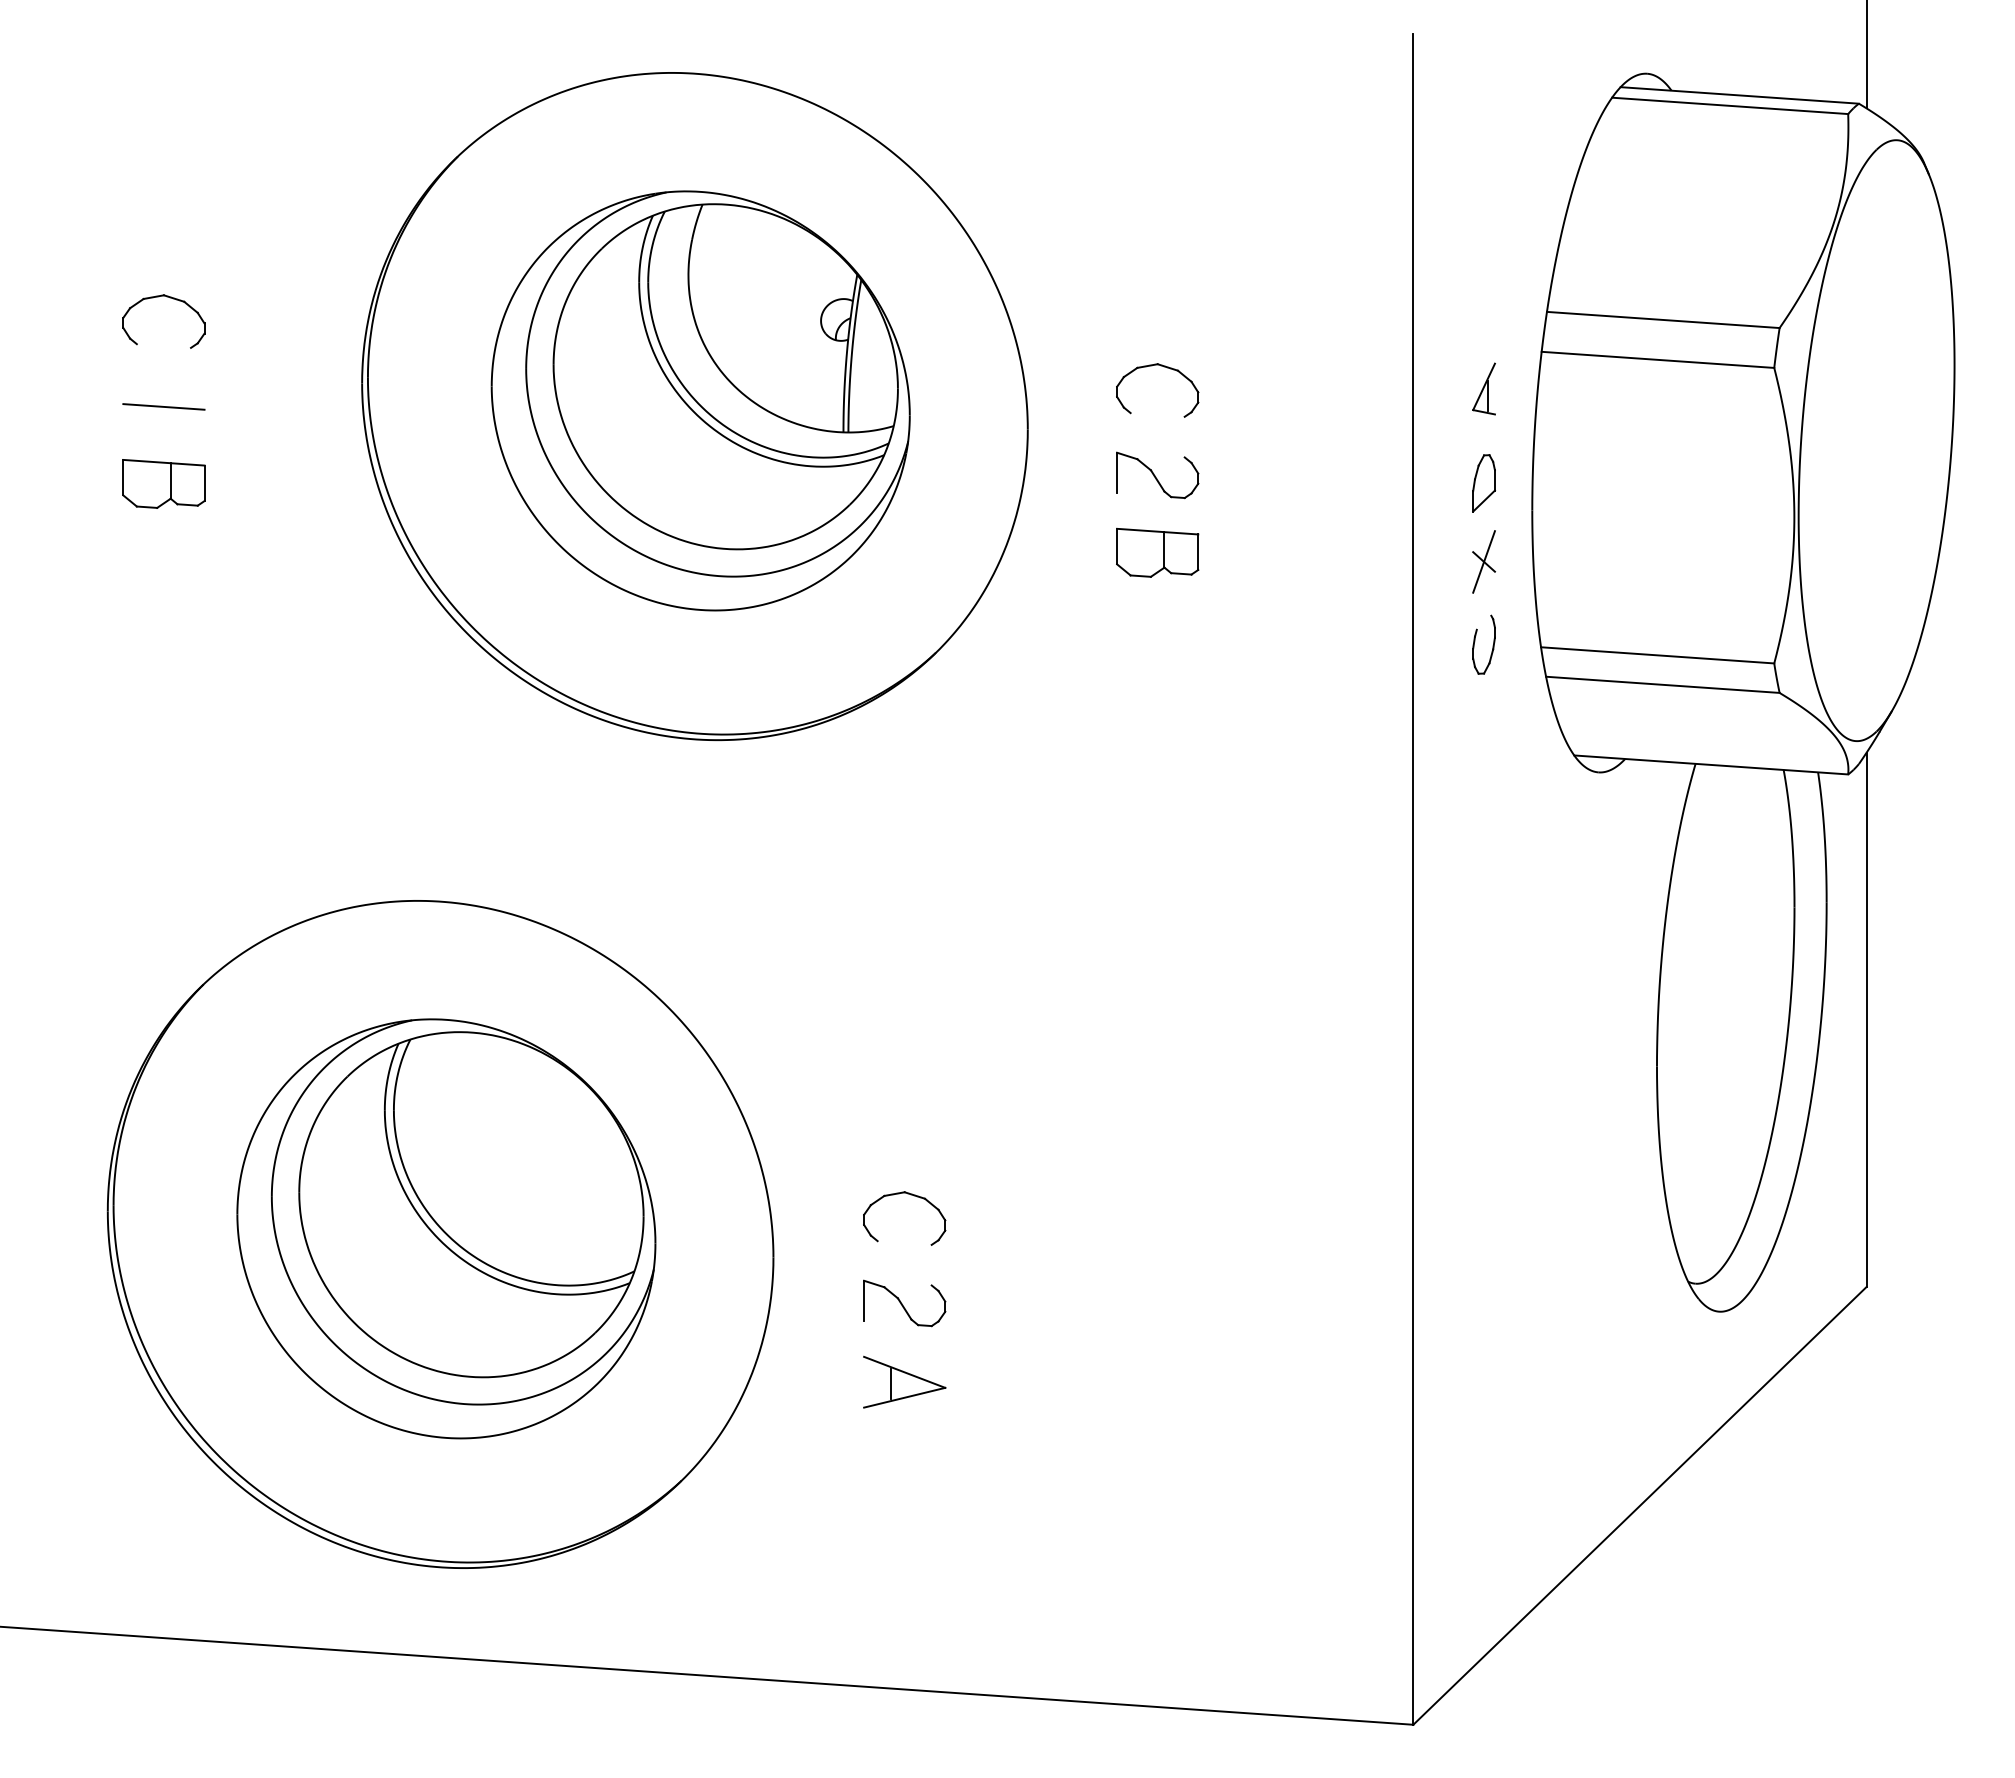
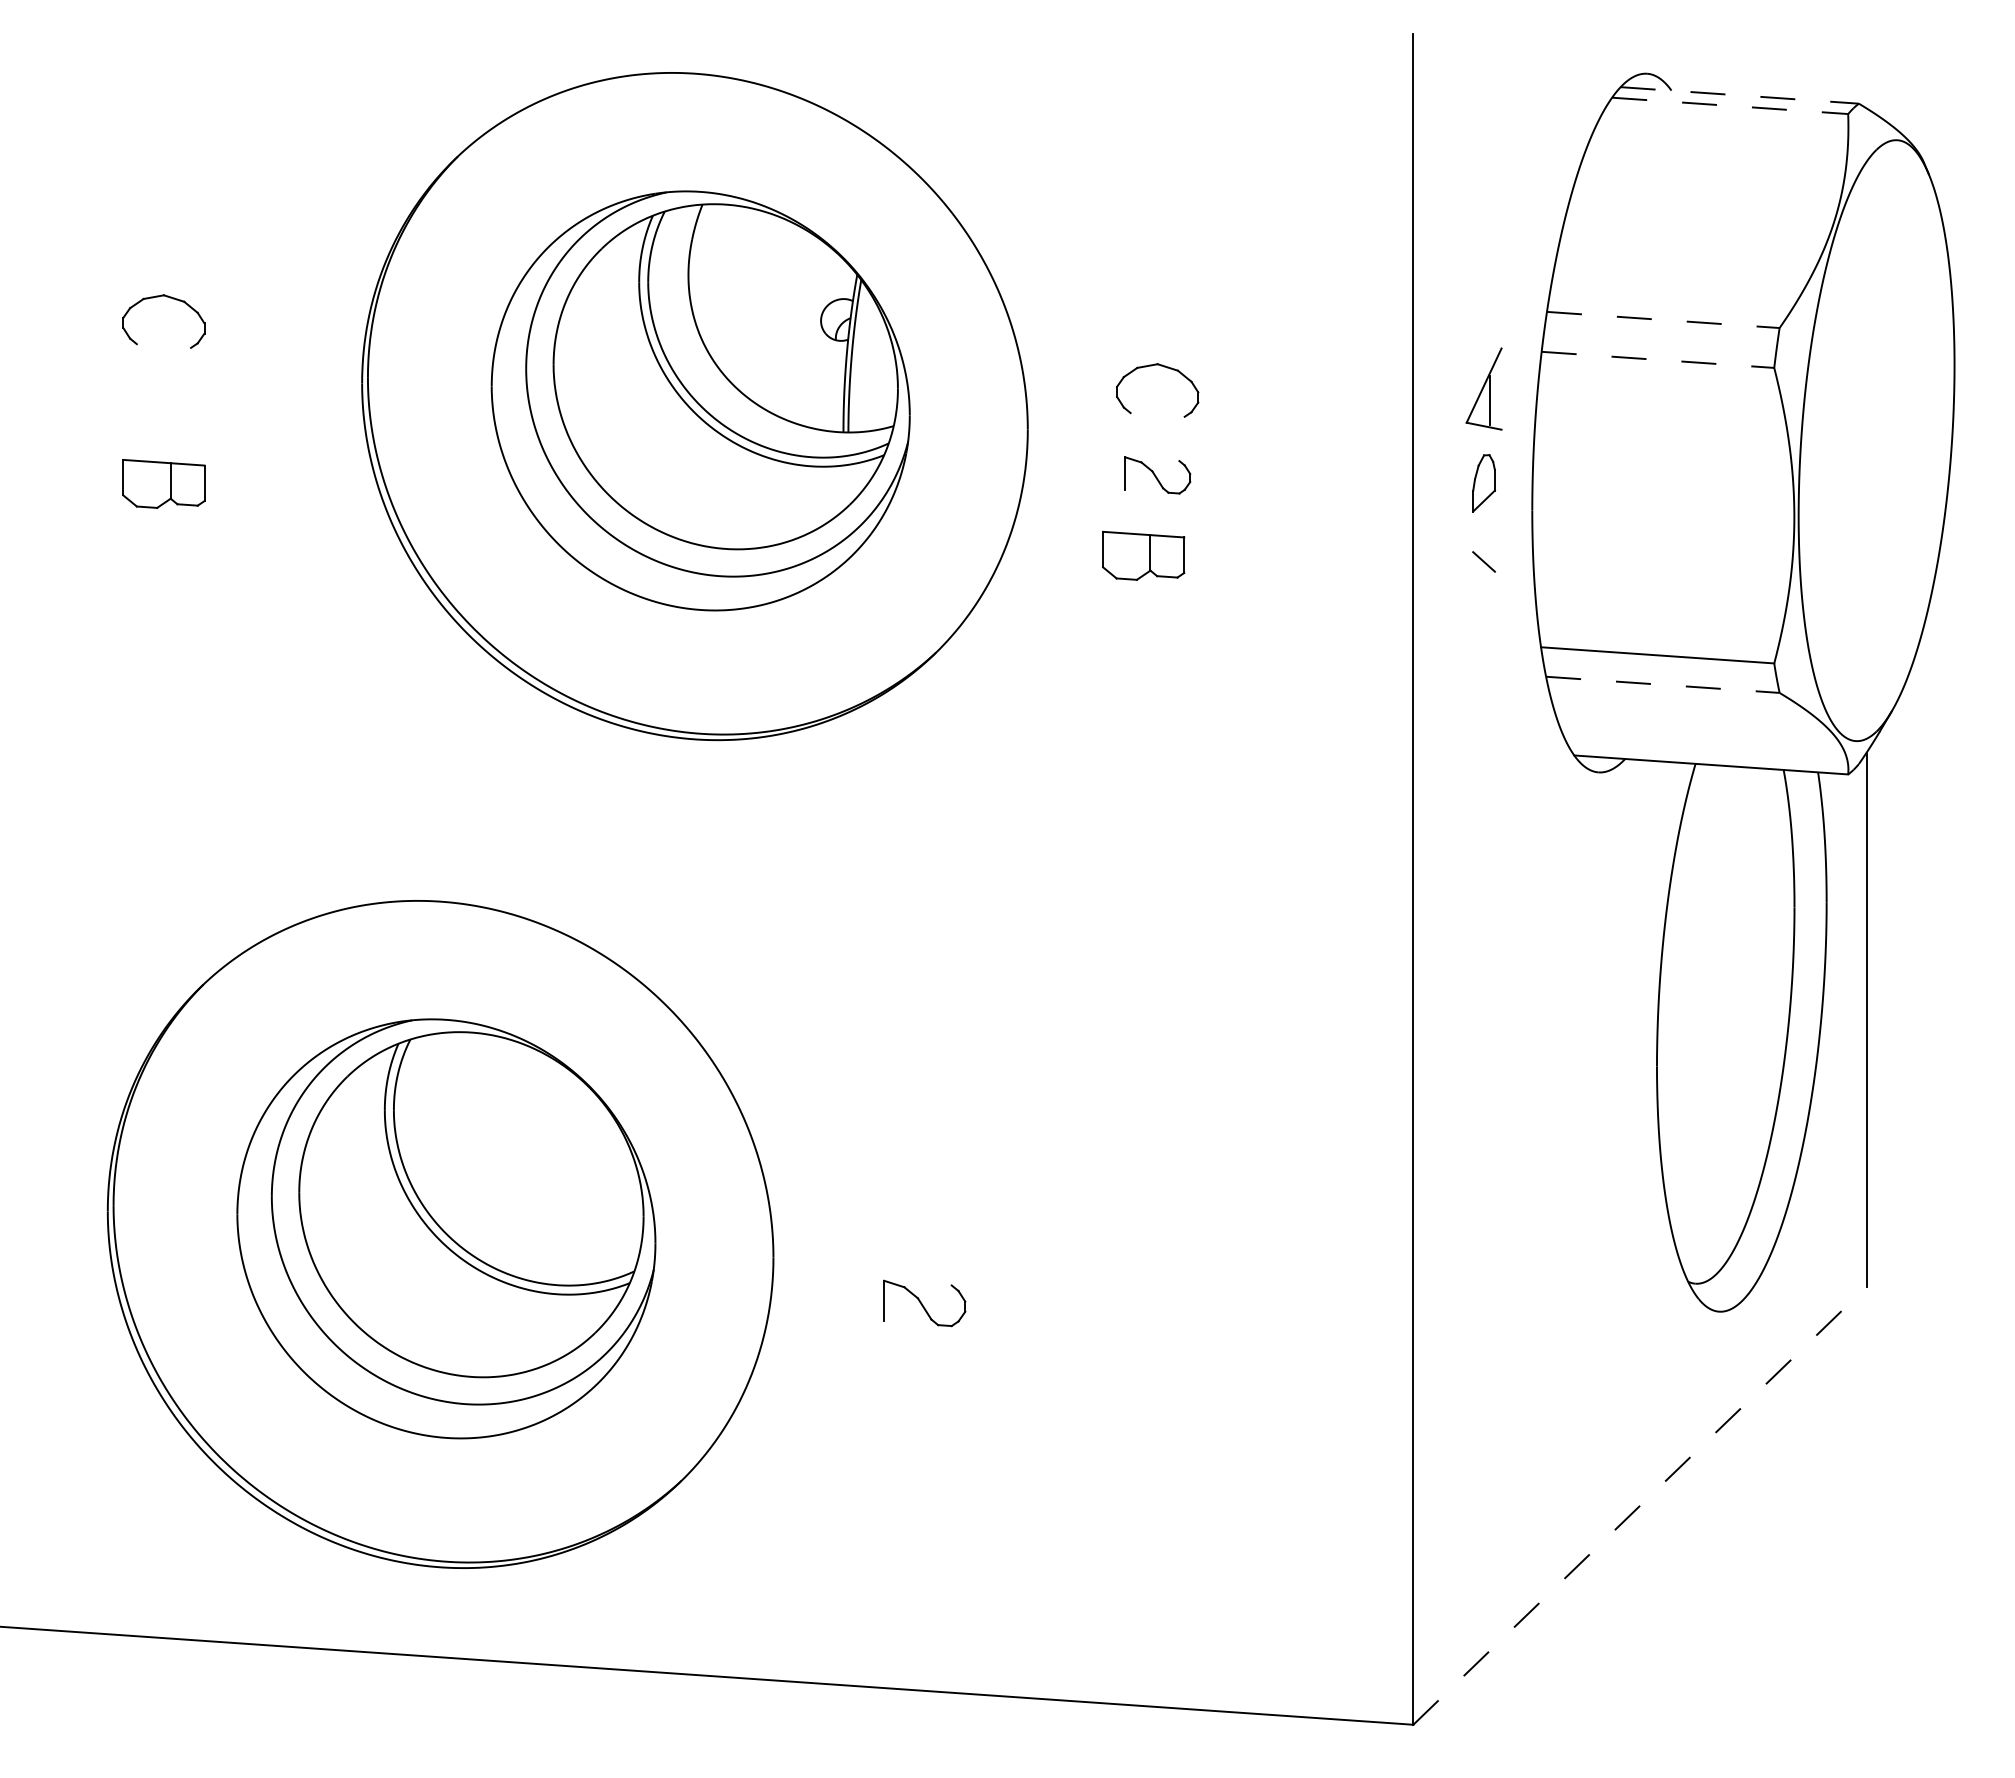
line at (1866, 55): present -> none
line at (1740, 95): solid -> dashed
line at (1730, 105): solid -> dashed
line at (1663, 319): solid -> dashed
line at (1657, 359): solid -> dashed
part at (1483, 388) size: 24x54 px -> 38x84 px
line at (163, 406): present -> none
part at (1157, 475) size: 84x49 px -> 68x39 px
part at (1157, 552) position: (1157, 552) -> (1143, 555)
line at (1483, 561): present -> none
part at (1475, 641): present -> none
line at (1663, 684): solid -> dashed
part at (910, 1195): present -> none
part at (904, 1303) position: (904, 1303) -> (924, 1303)
part at (904, 1381): present -> none
line at (1640, 1505): solid -> dashed
